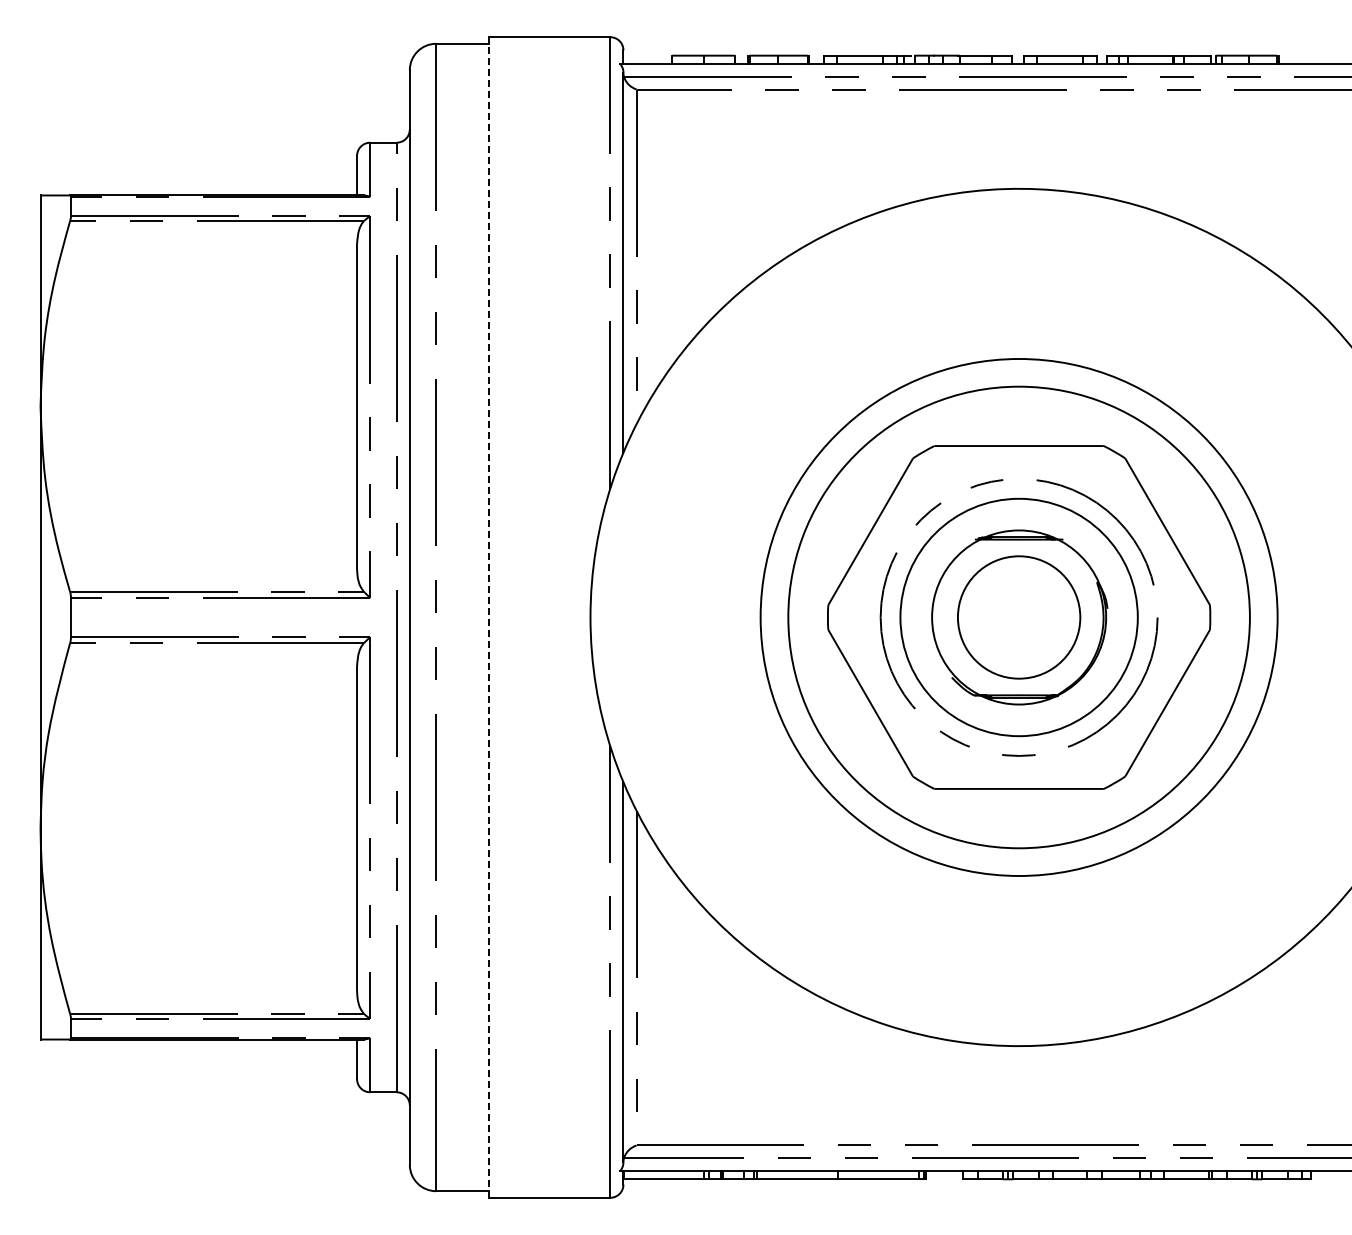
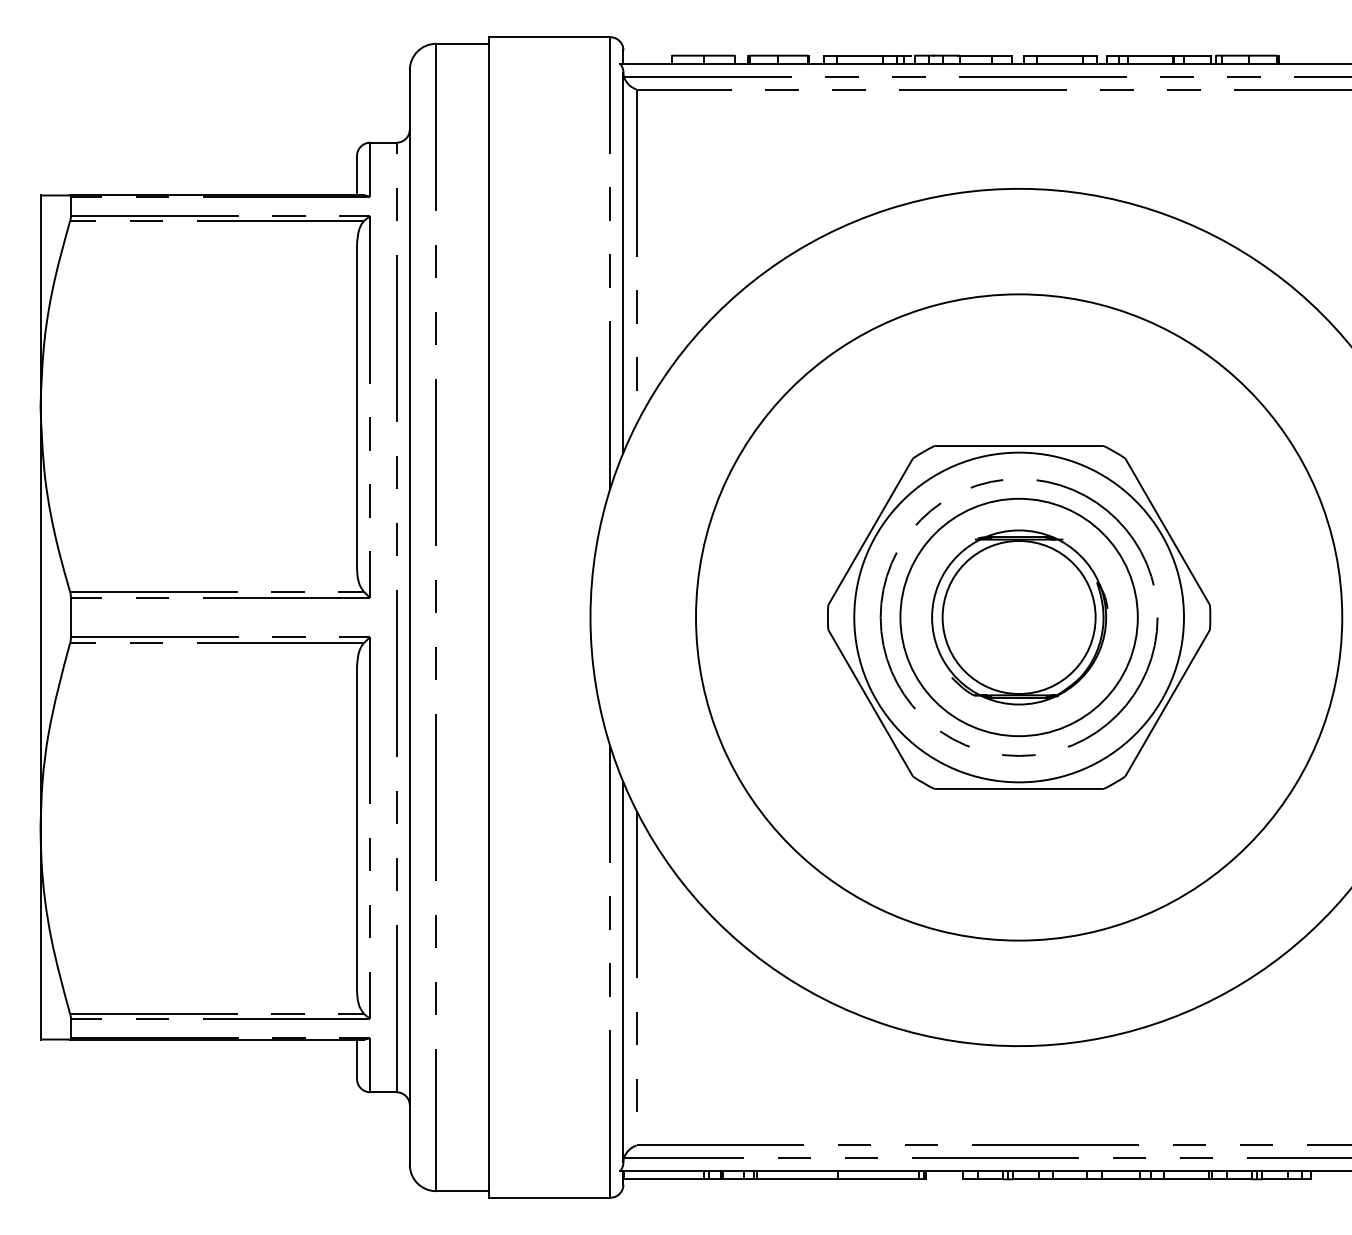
line at (488, 617): dashed -> solid
circle at (1018, 617) diameter: 122 px -> 153 px
circle at (1018, 617) diameter: 462 px -> 330 px
circle at (1018, 617) diameter: 517 px -> 646 px
